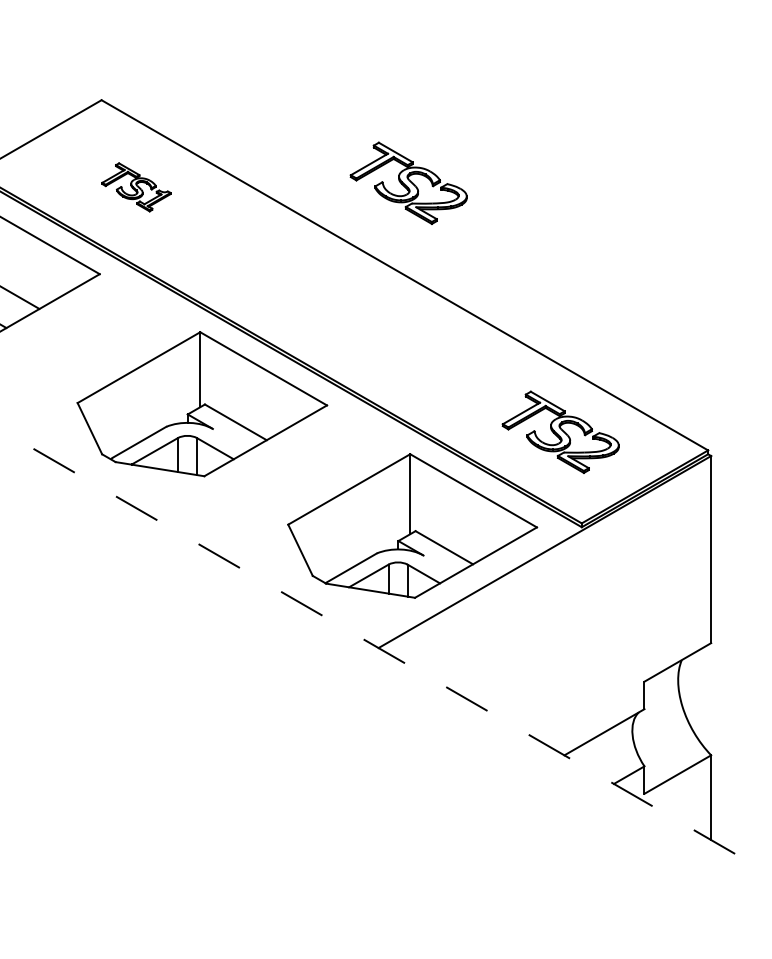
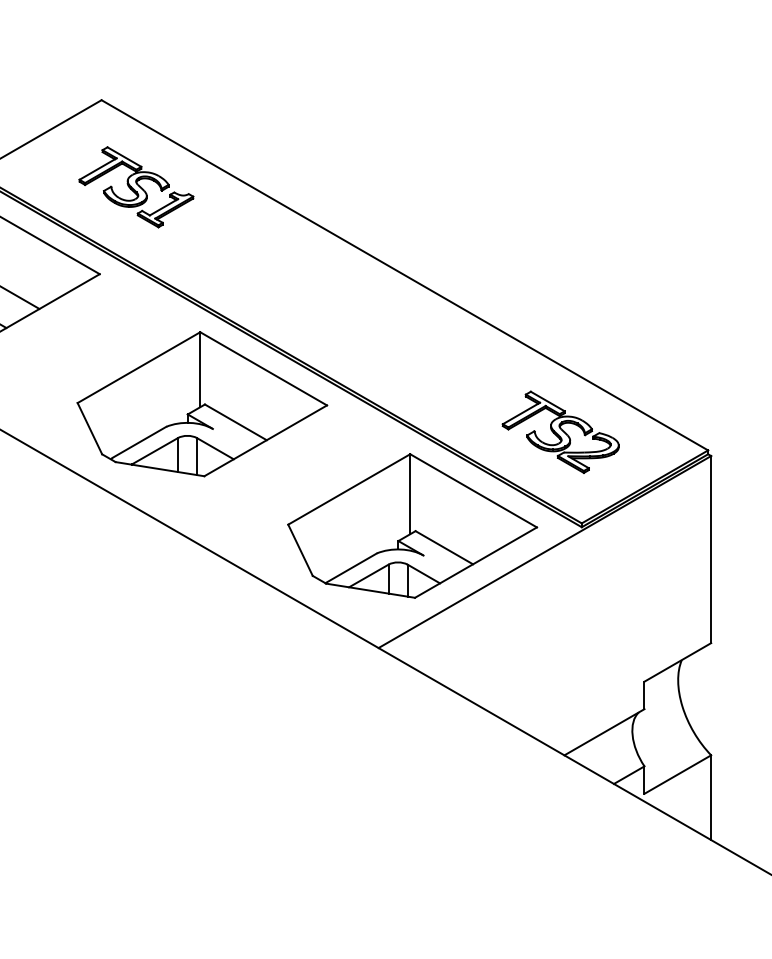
part at (408, 182): present -> none
part at (136, 187) size: 71x51 px -> 117x83 px
line at (386, 652): dashed -> solid
